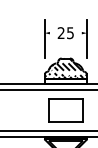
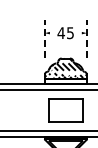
text at (60, 32): 25 -> 45
line at (44, 38): solid -> dashed
line at (86, 38): solid -> dashed
